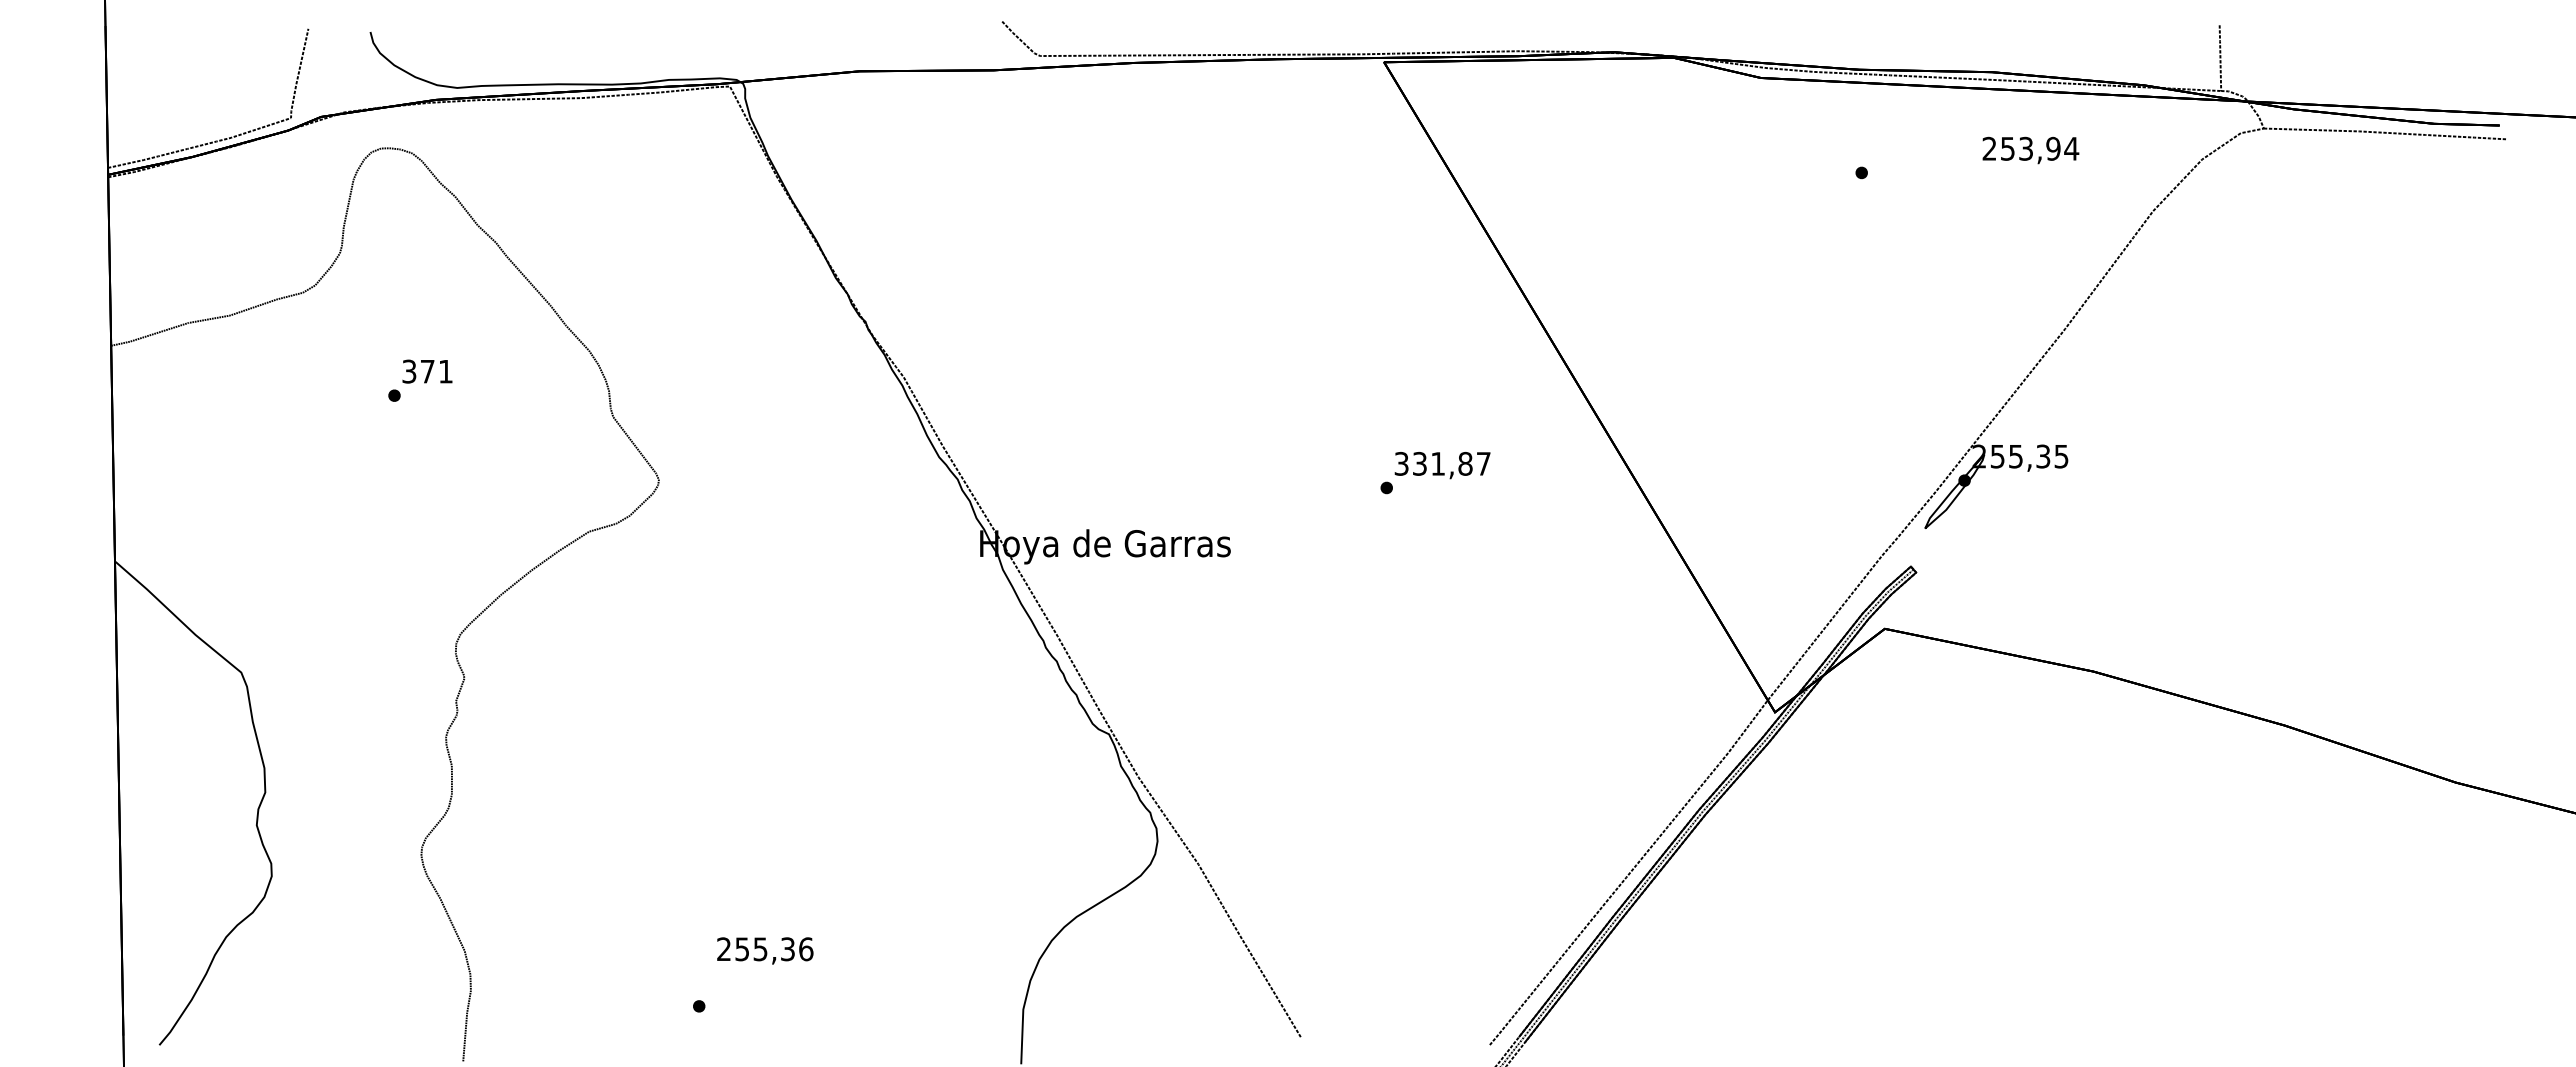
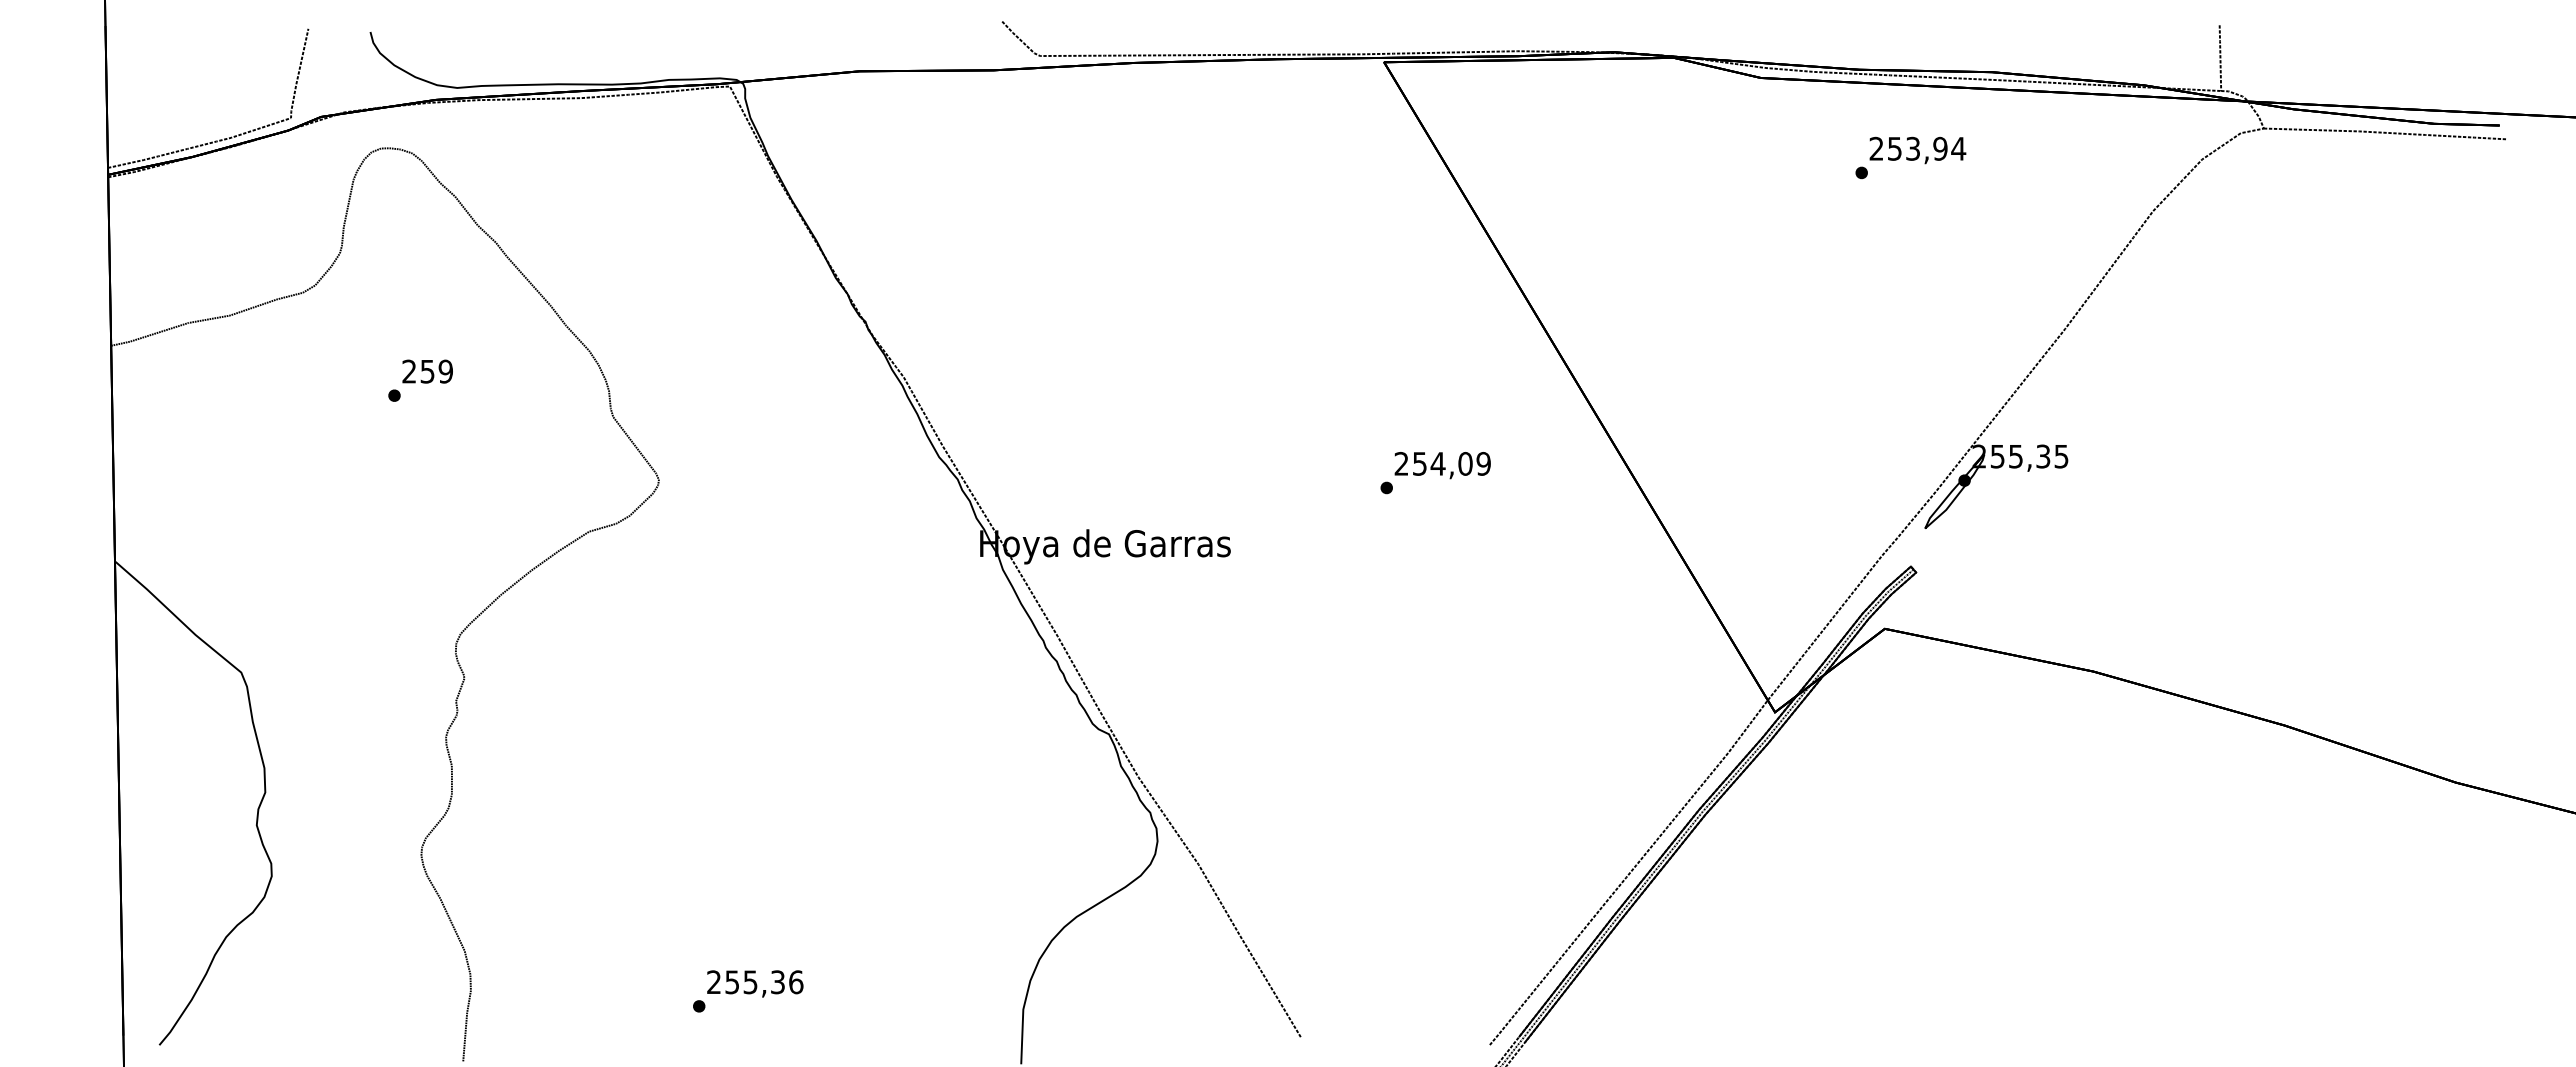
text at (2030, 150) position: (2030, 150) -> (1917, 150)
text at (427, 371): 371 -> 259
text at (1442, 463): 331,87 -> 254,09
text at (765, 950) position: (765, 950) -> (755, 983)
